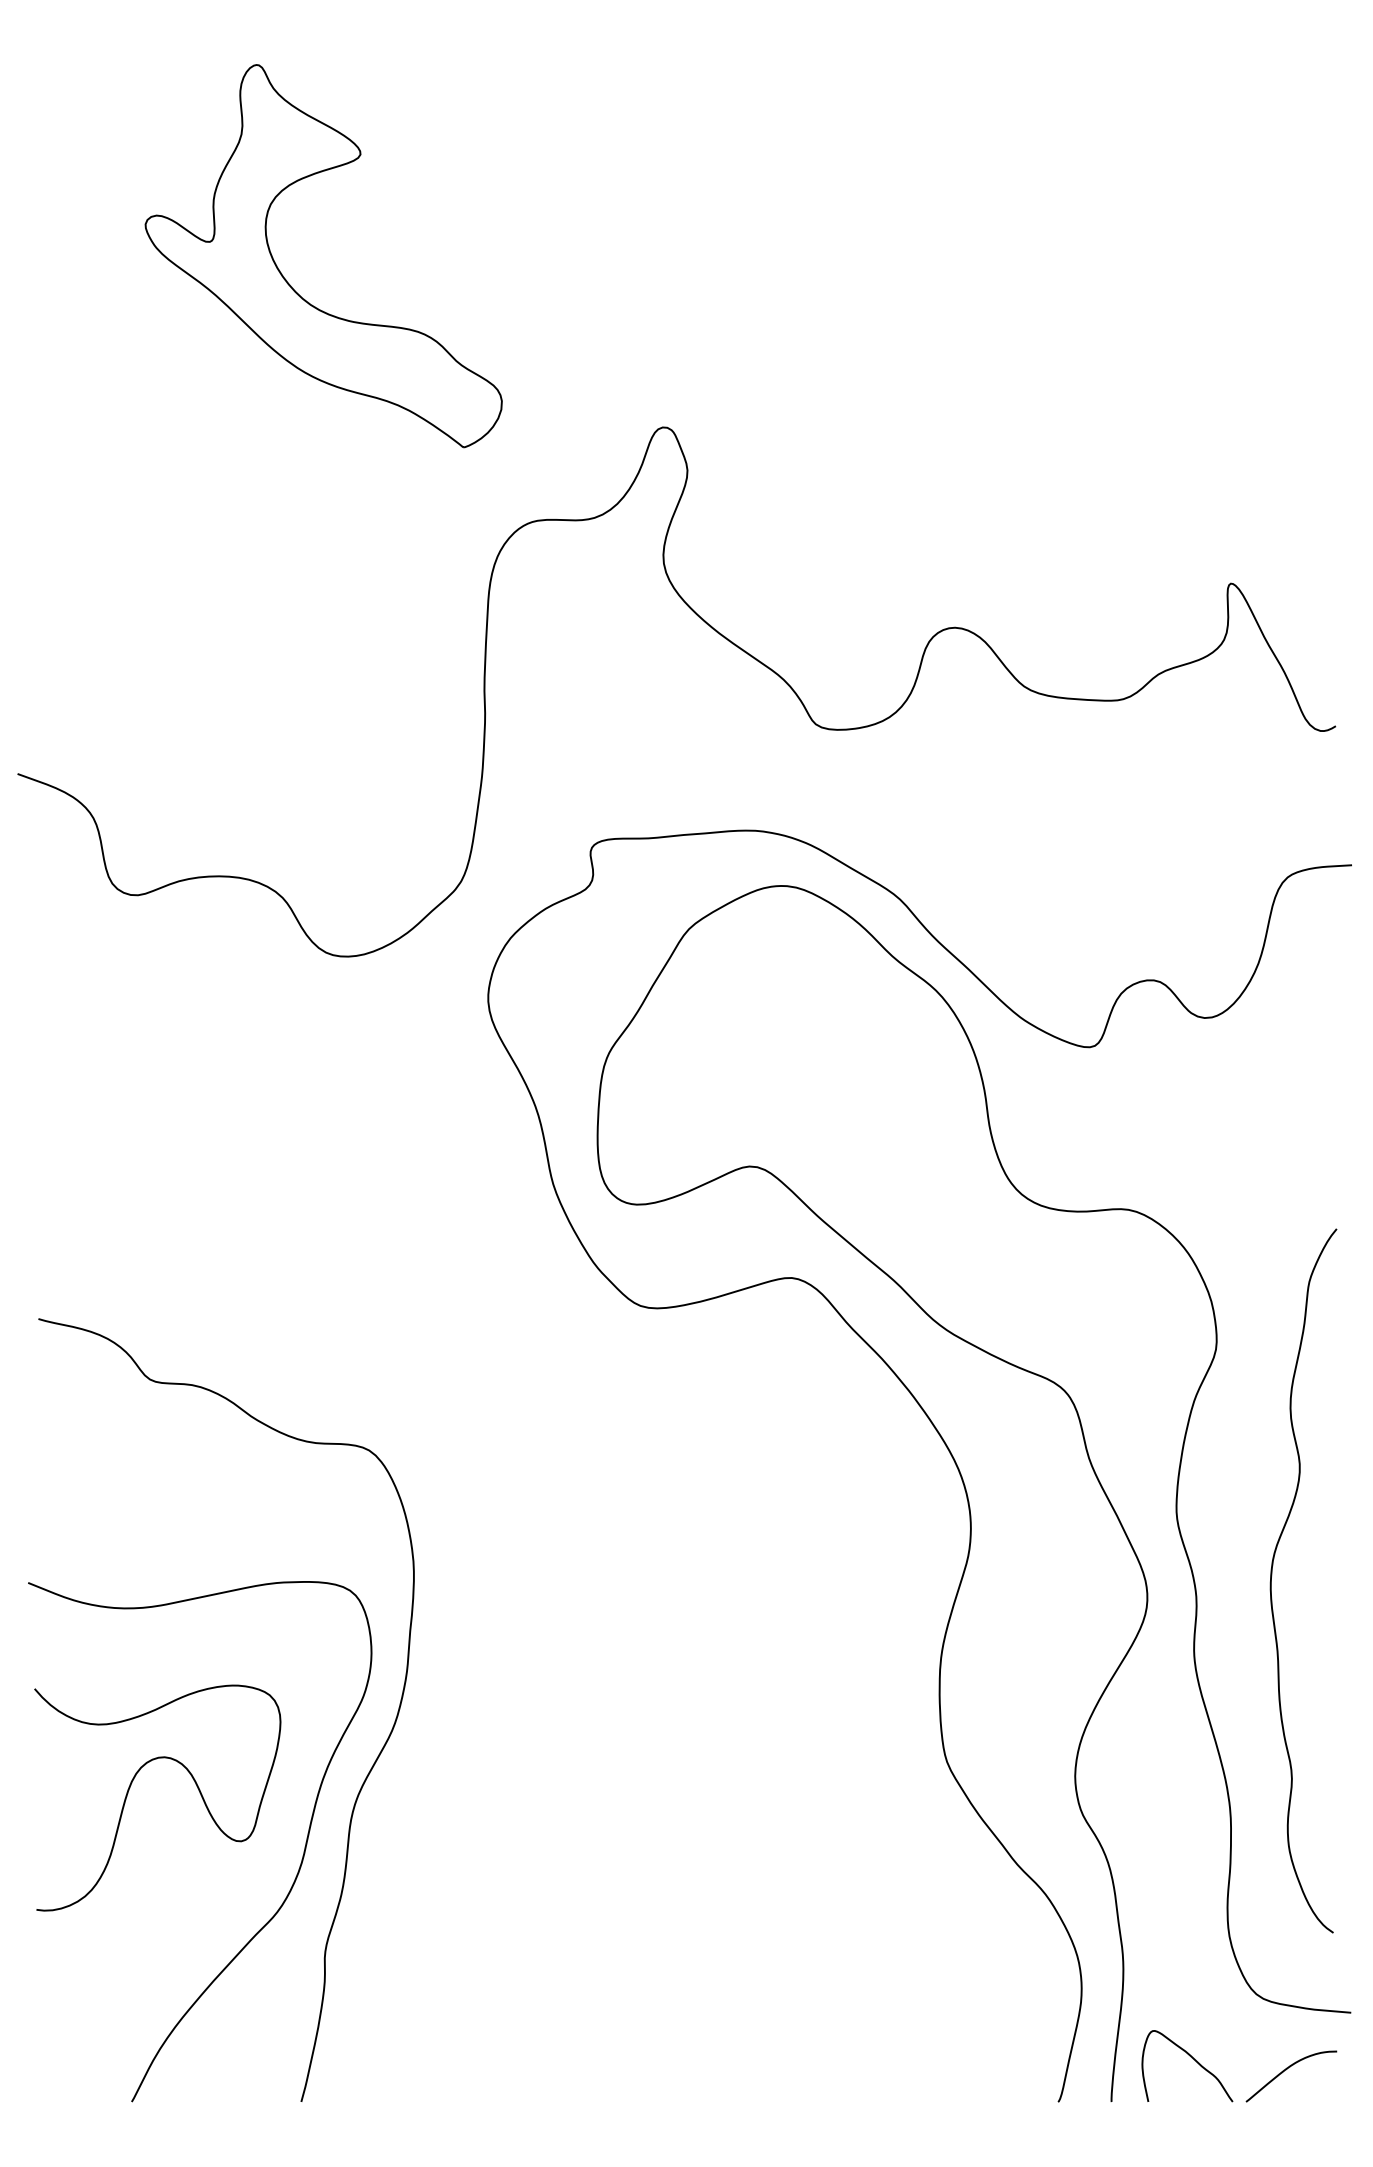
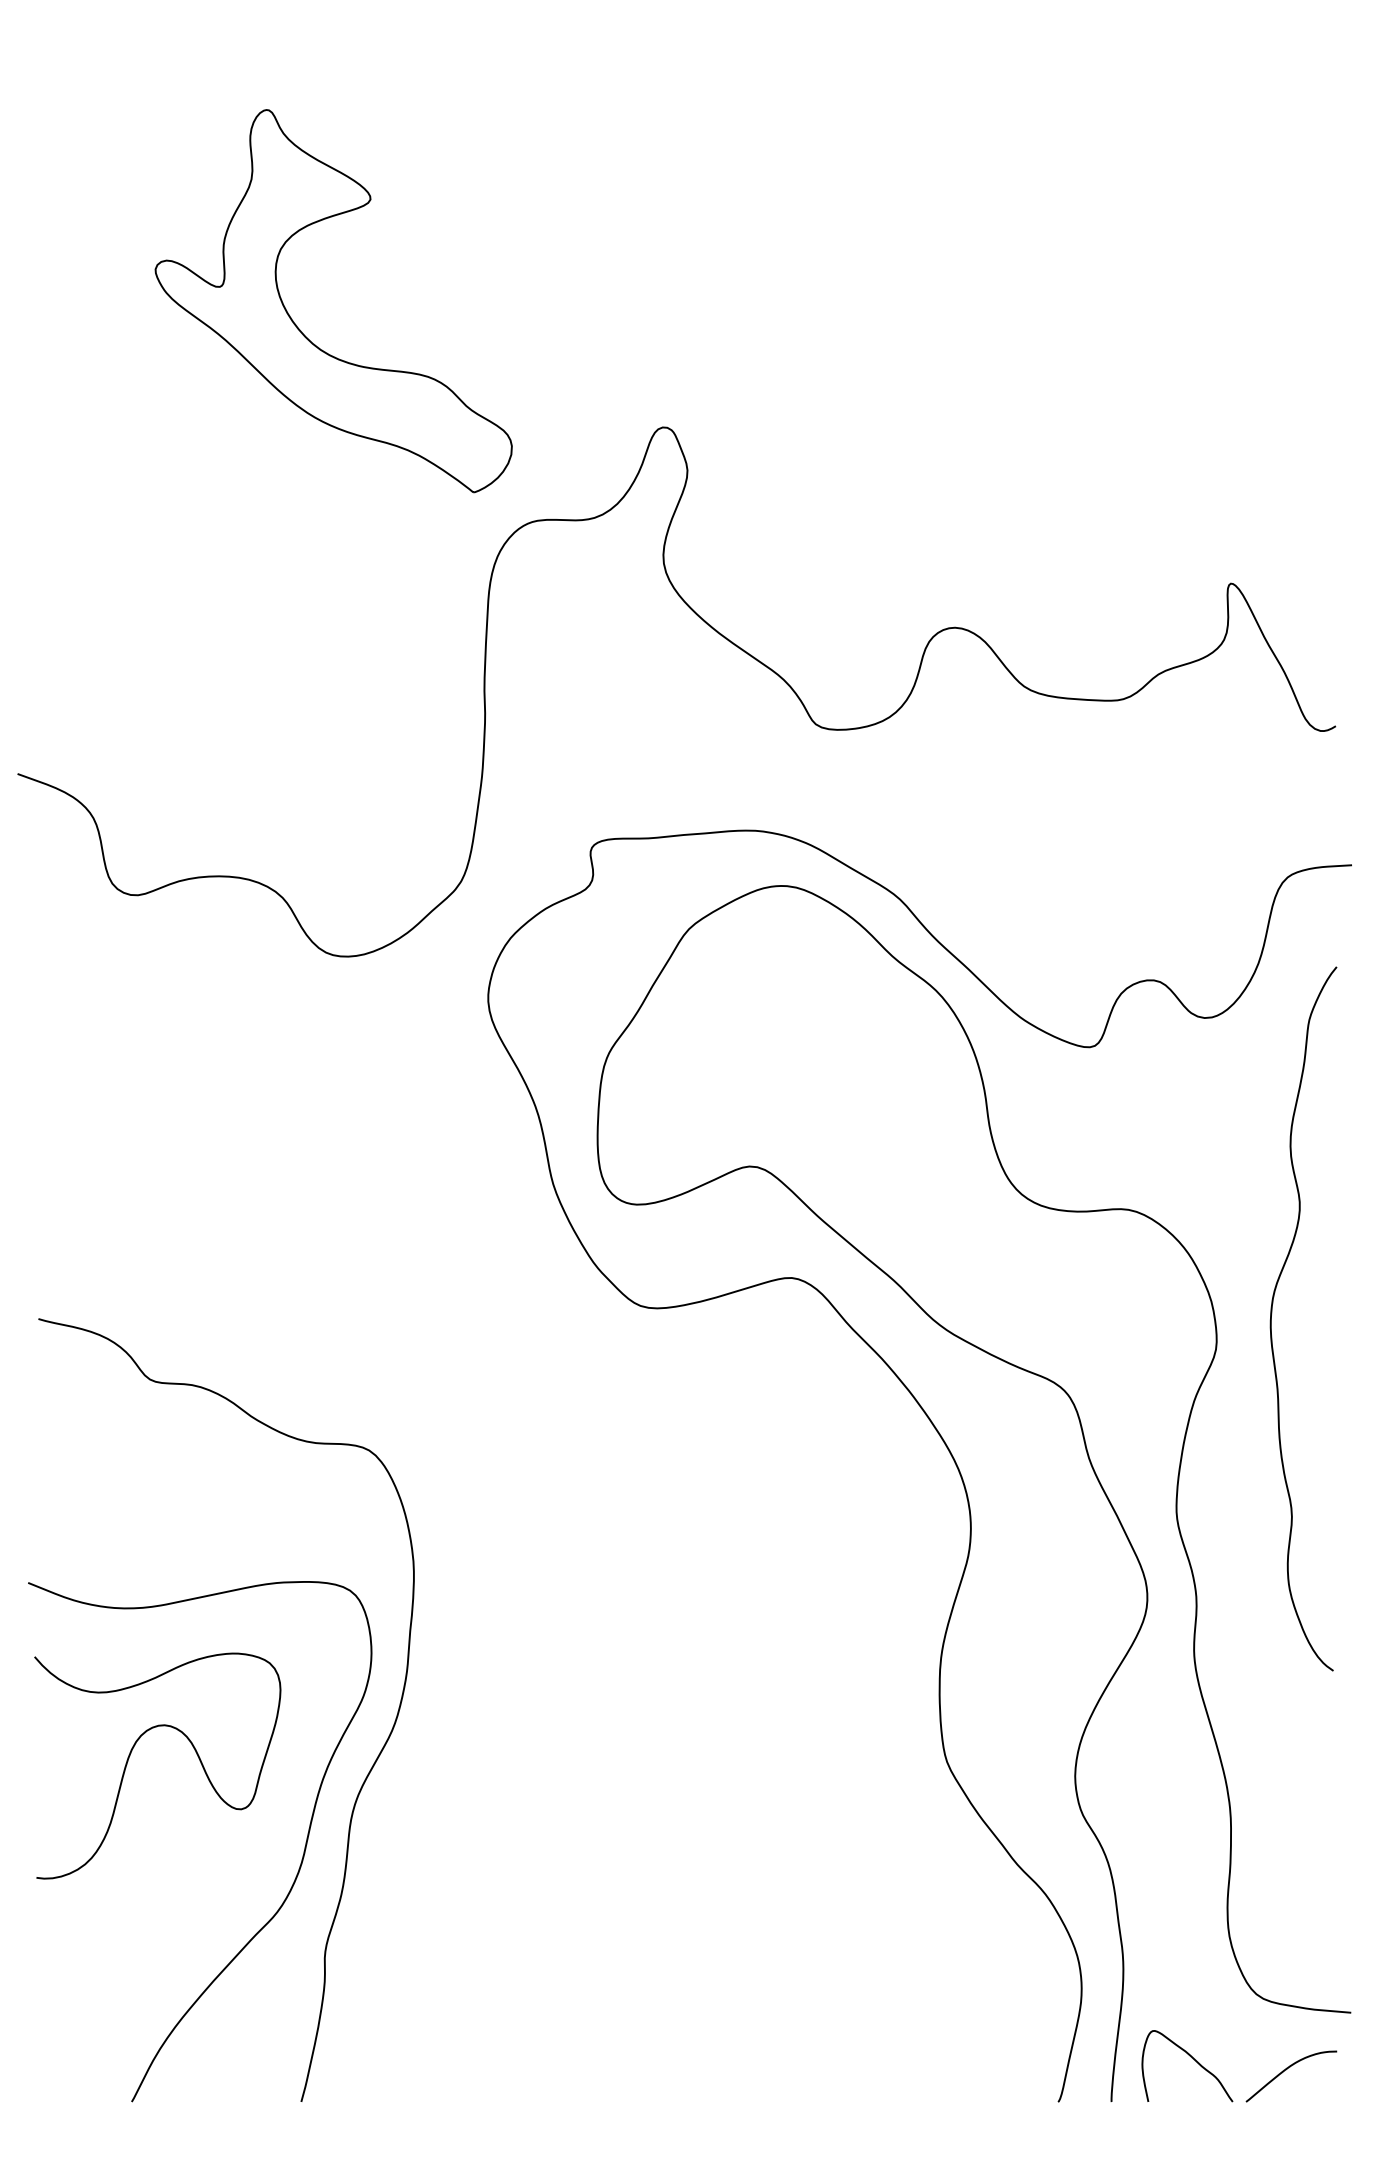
part at (291, 285) position: (291, 285) -> (301, 330)
curve at (1272, 1575) position: (1272, 1575) -> (1272, 1313)
curve at (130, 1788) position: (130, 1788) -> (130, 1756)
